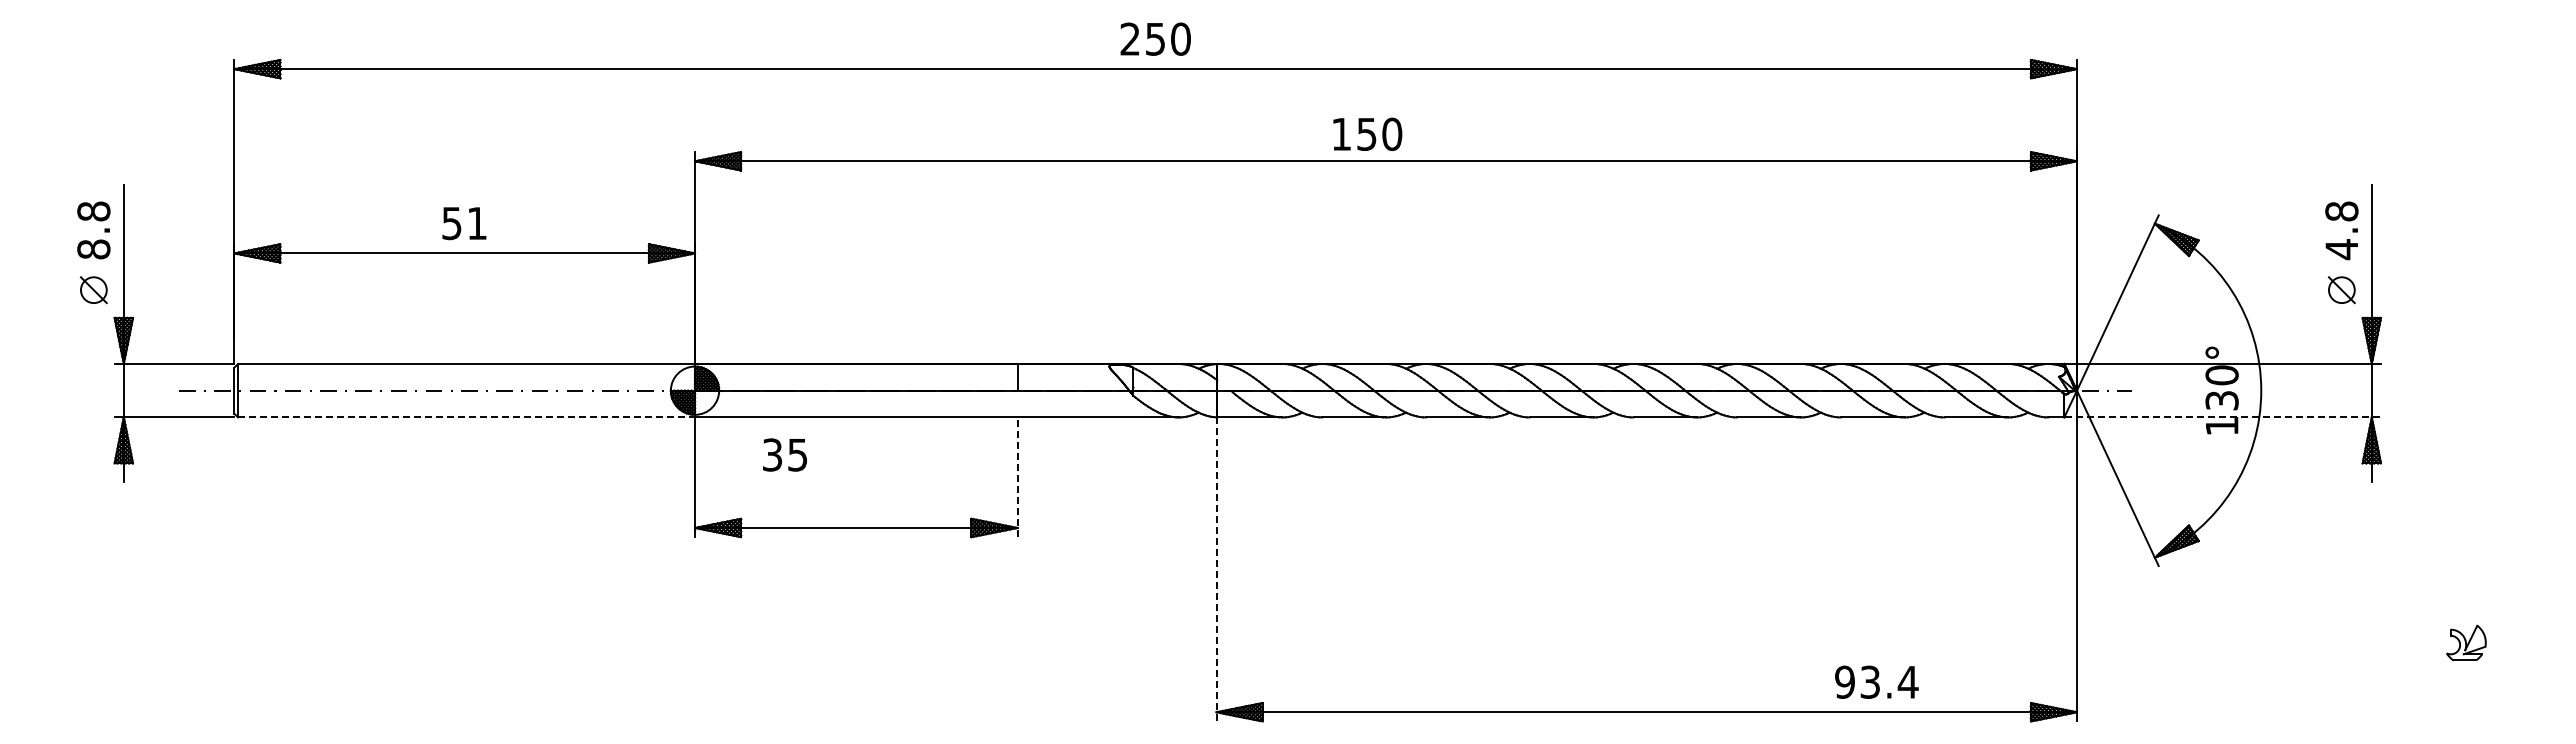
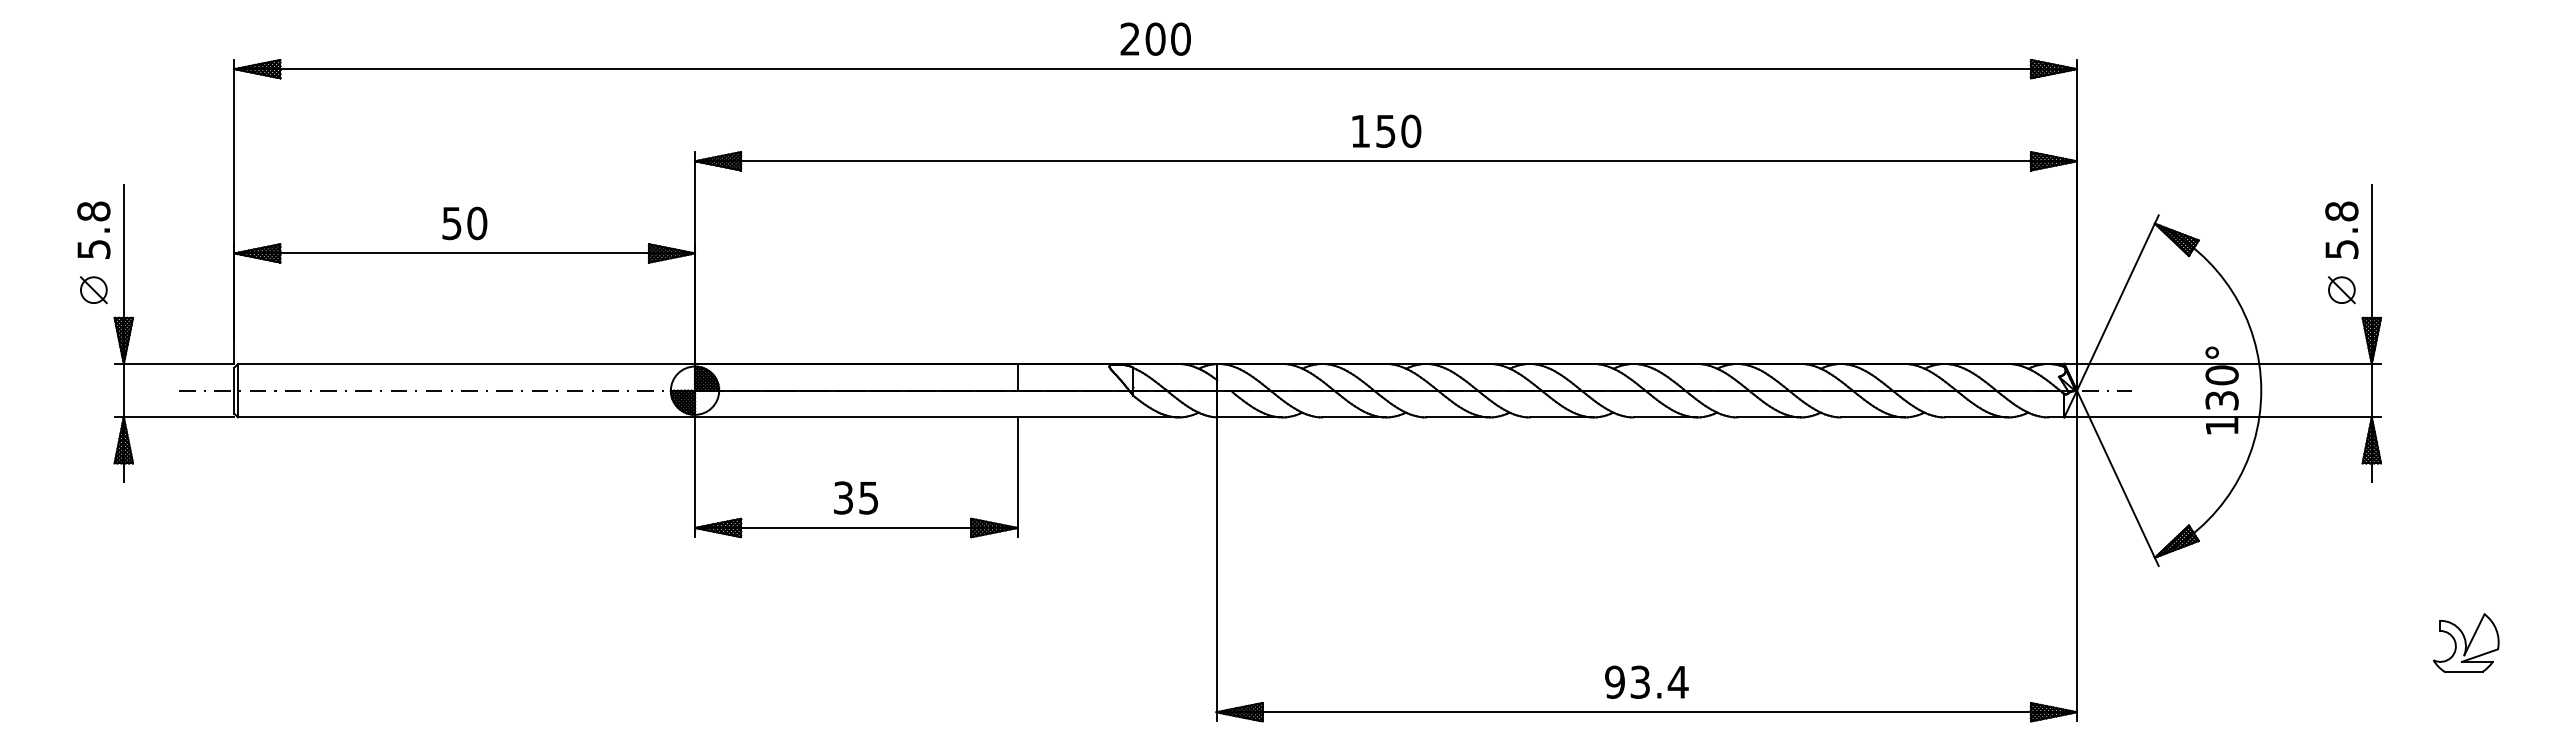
text at (1155, 38): 250 -> 200
text at (1367, 133) position: (1367, 133) -> (1386, 130)
text at (477, 223): 51 -> 50
text at (93, 249): 8.8 -> 5.8
text at (2341, 249): 4.8 -> 5.8
line at (467, 417): dashed -> solid
line at (2223, 417): dashed -> solid
text at (784, 454) position: (784, 454) -> (855, 497)
line at (1017, 477): dashed -> solid
line at (1216, 569): dashed -> solid
part at (2466, 642) size: 41x37 px -> 67x60 px
text at (1876, 681) position: (1876, 681) -> (1646, 681)
